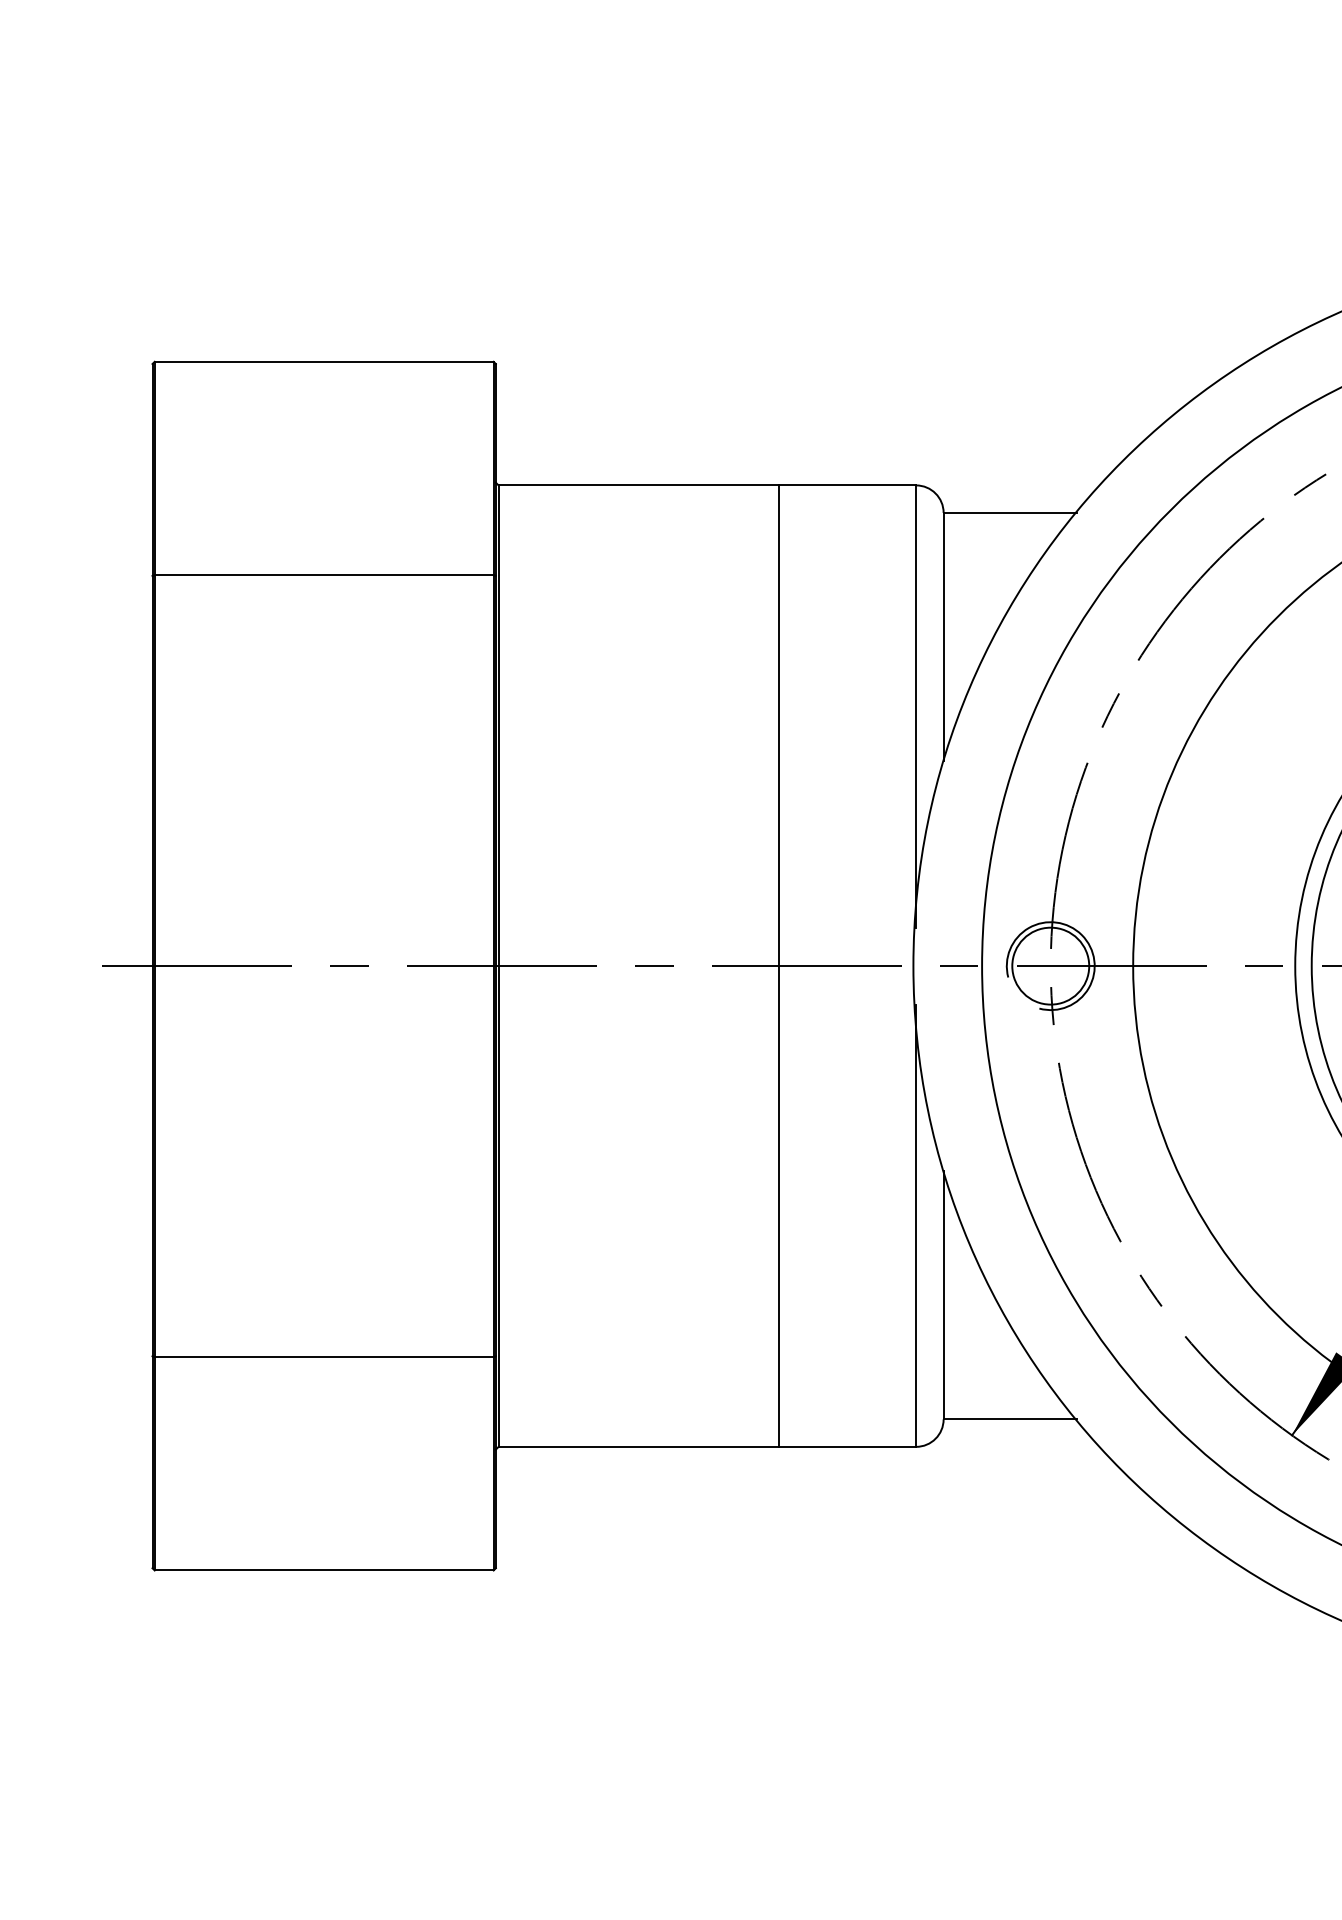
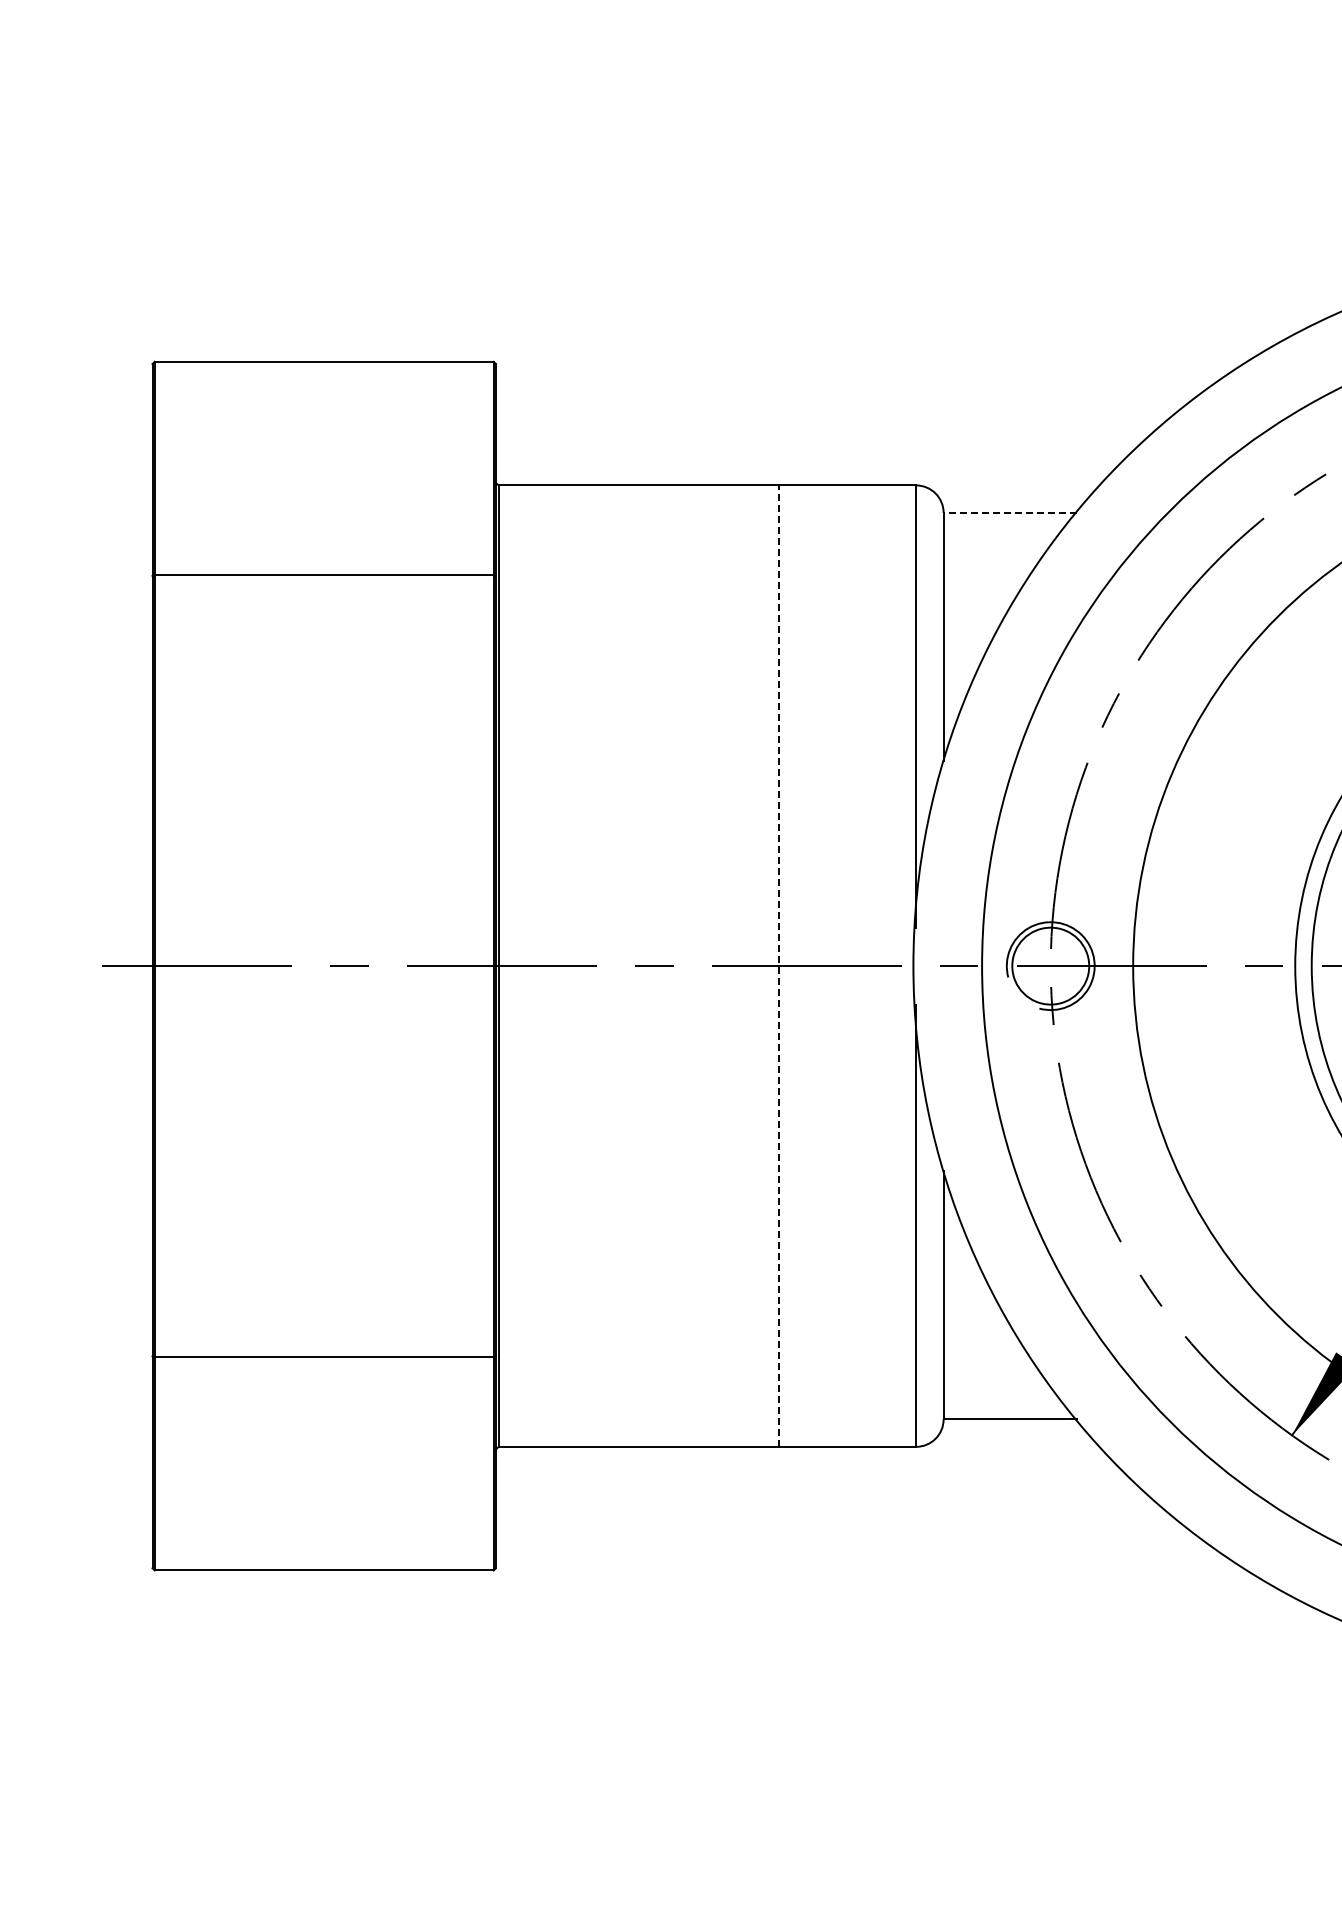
line at (1010, 512): solid -> dashed
line at (778, 966): solid -> dashed
